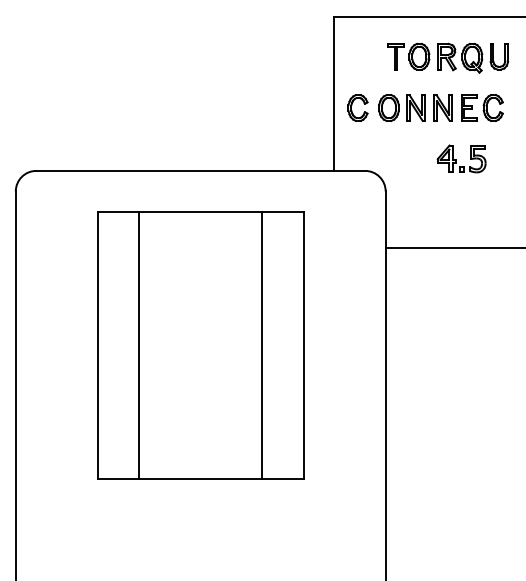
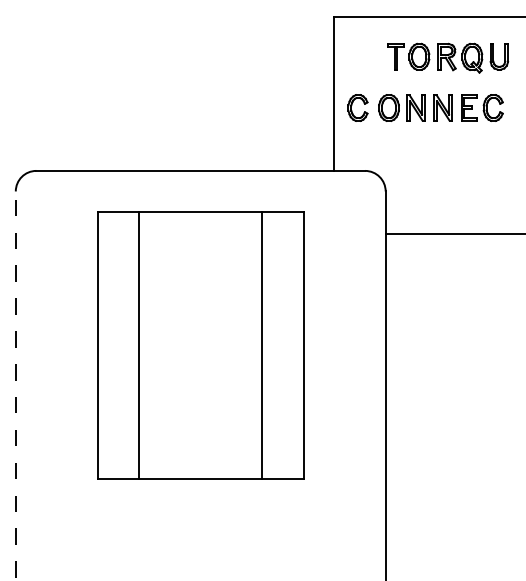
part at (461, 158): present -> none
line at (453, 247) position: (453, 247) -> (453, 233)
line at (15, 385): solid -> dashed
